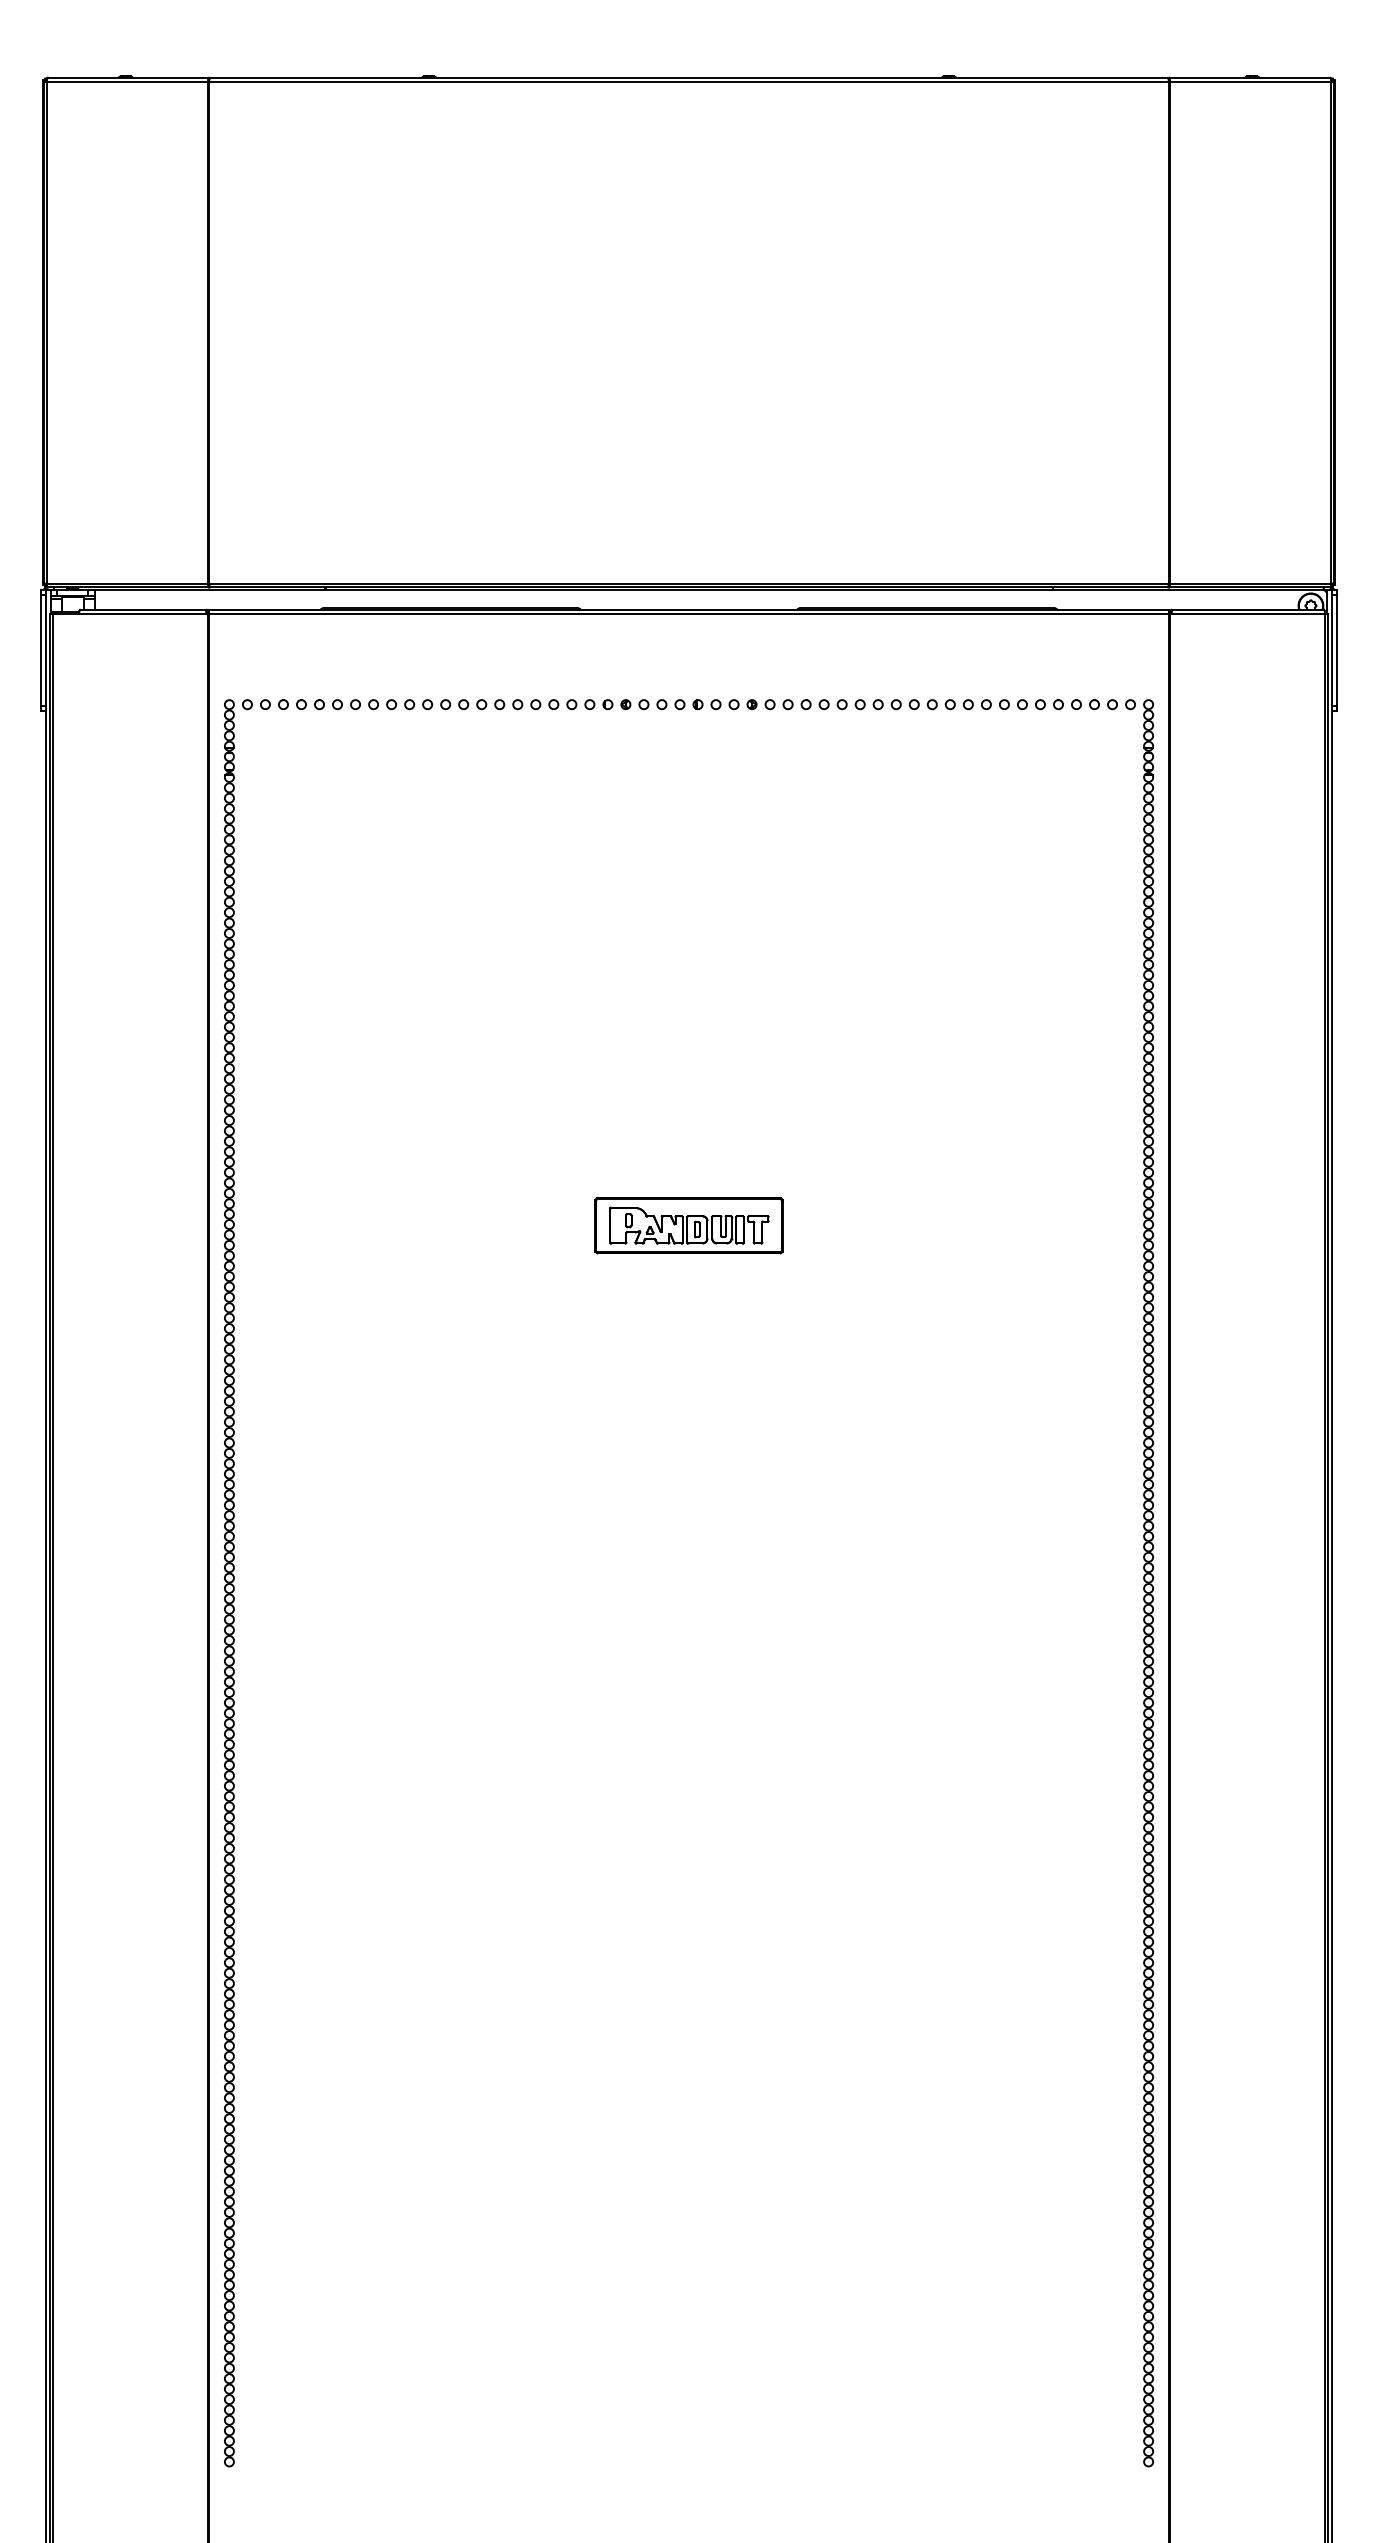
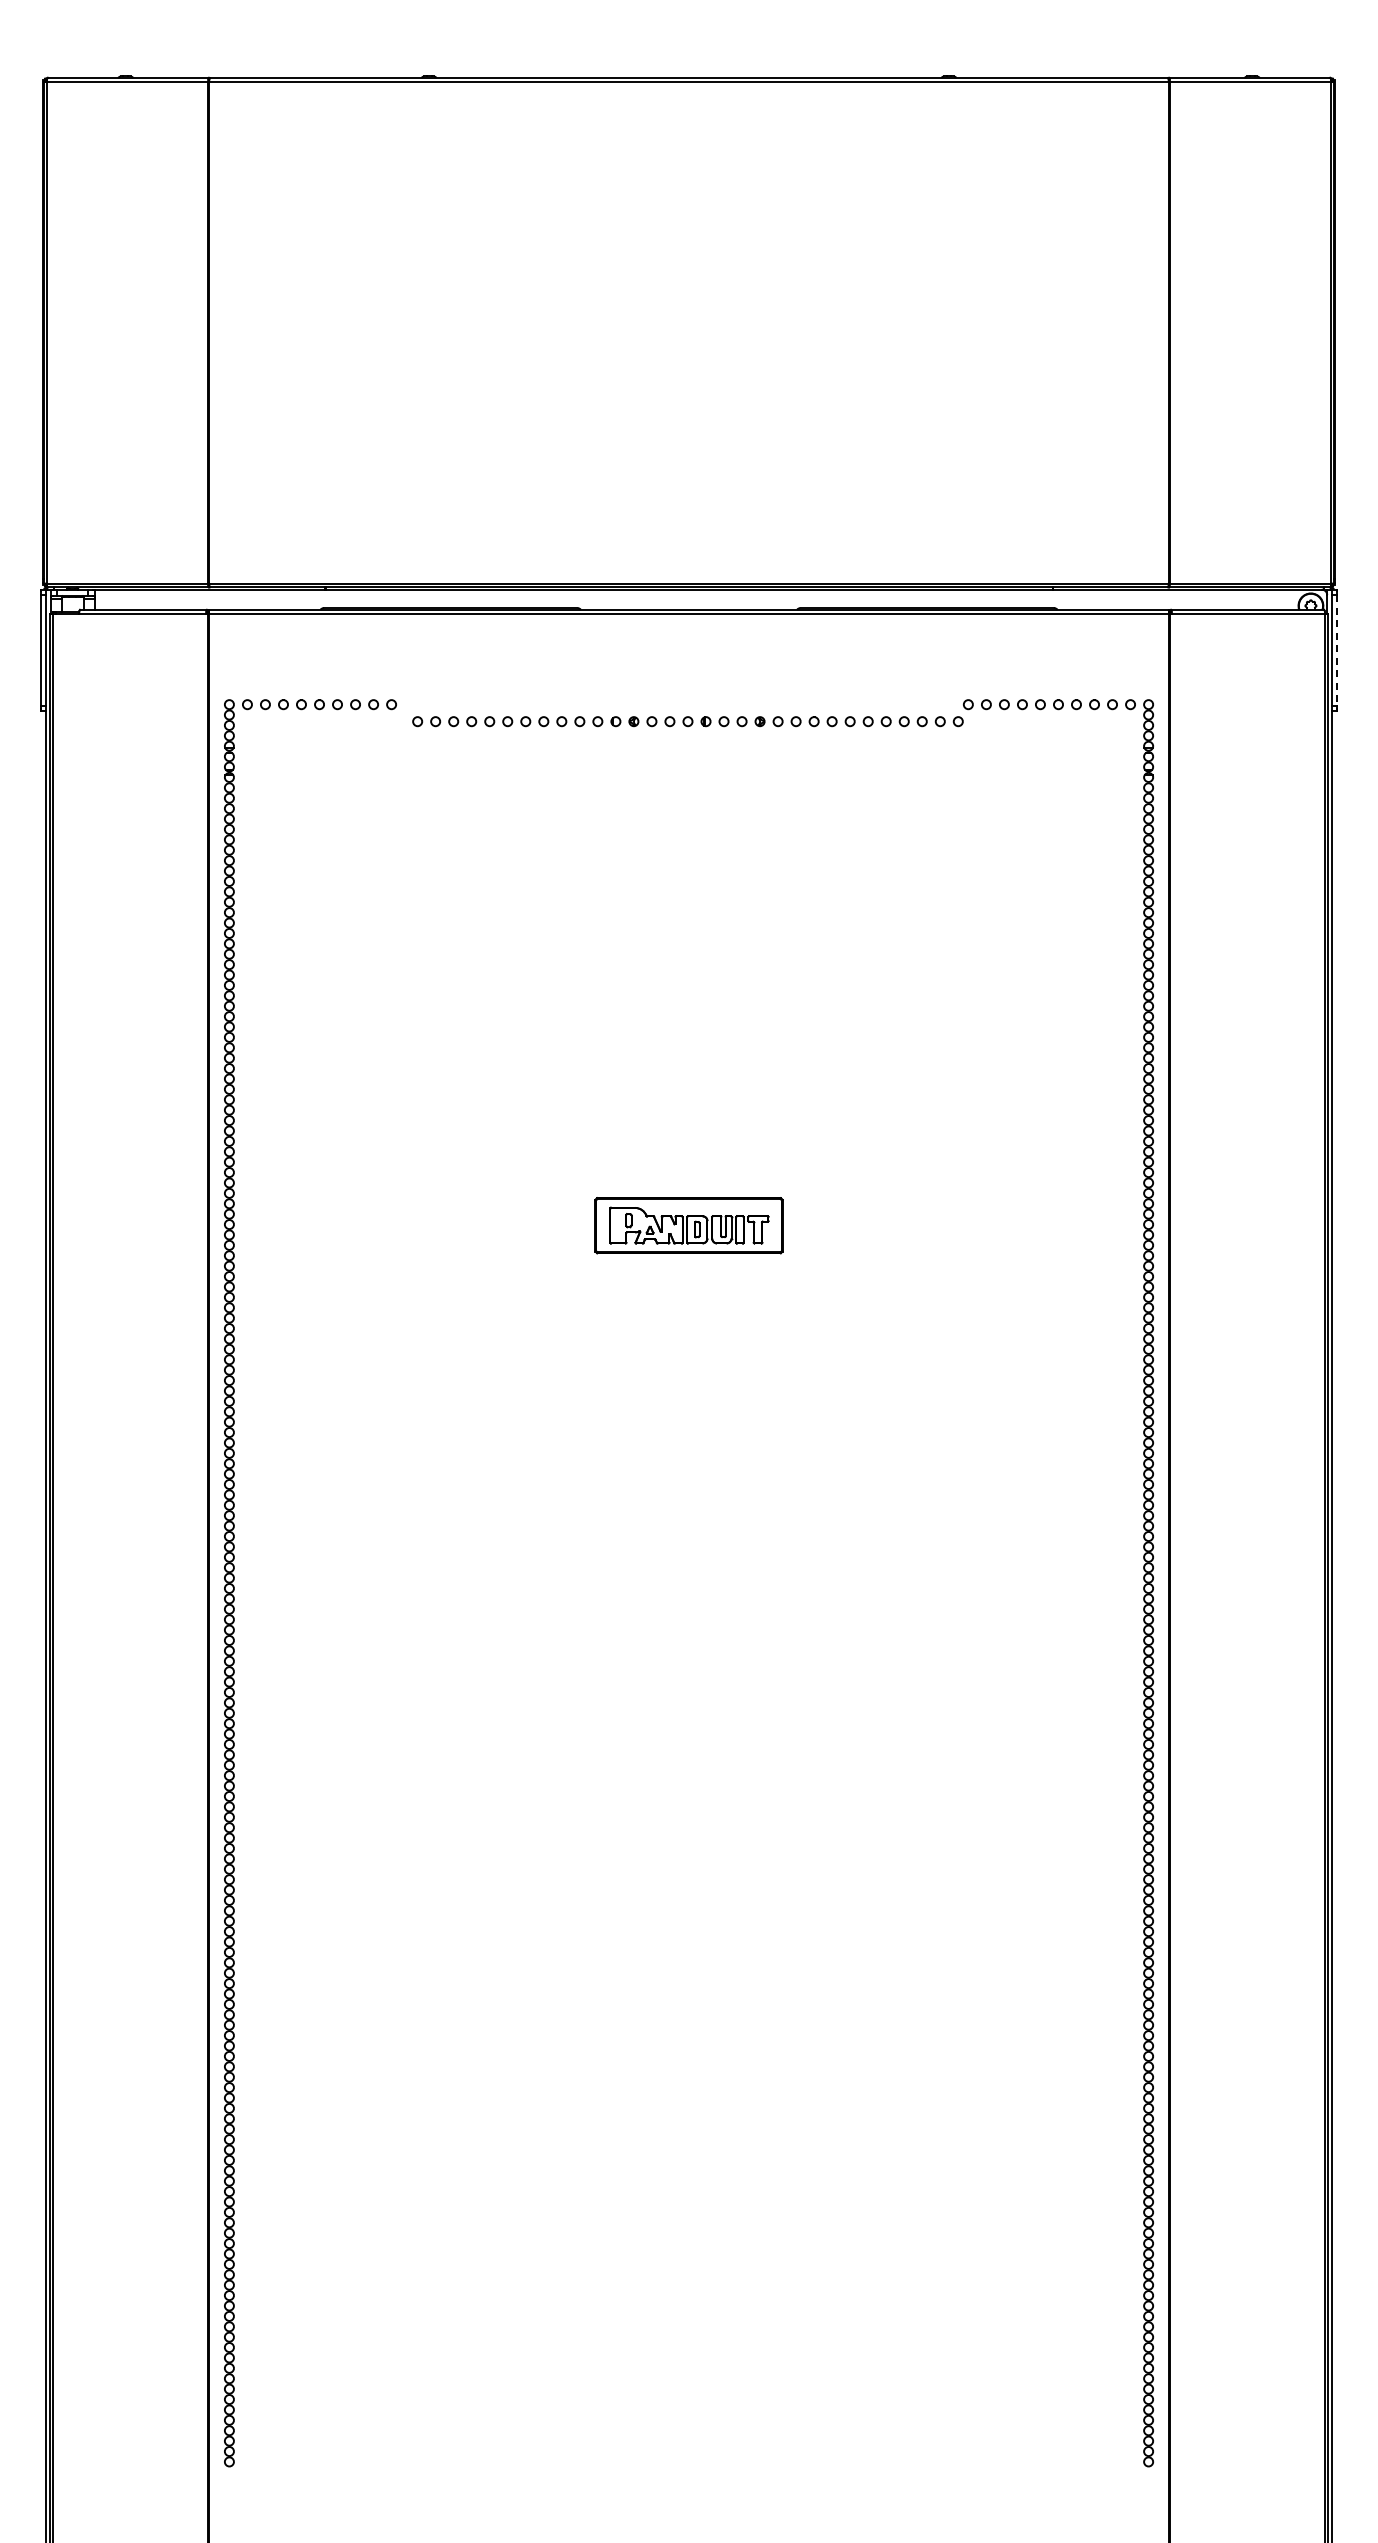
line at (1336, 650): solid -> dashed
part at (679, 704) position: (679, 704) -> (687, 721)
